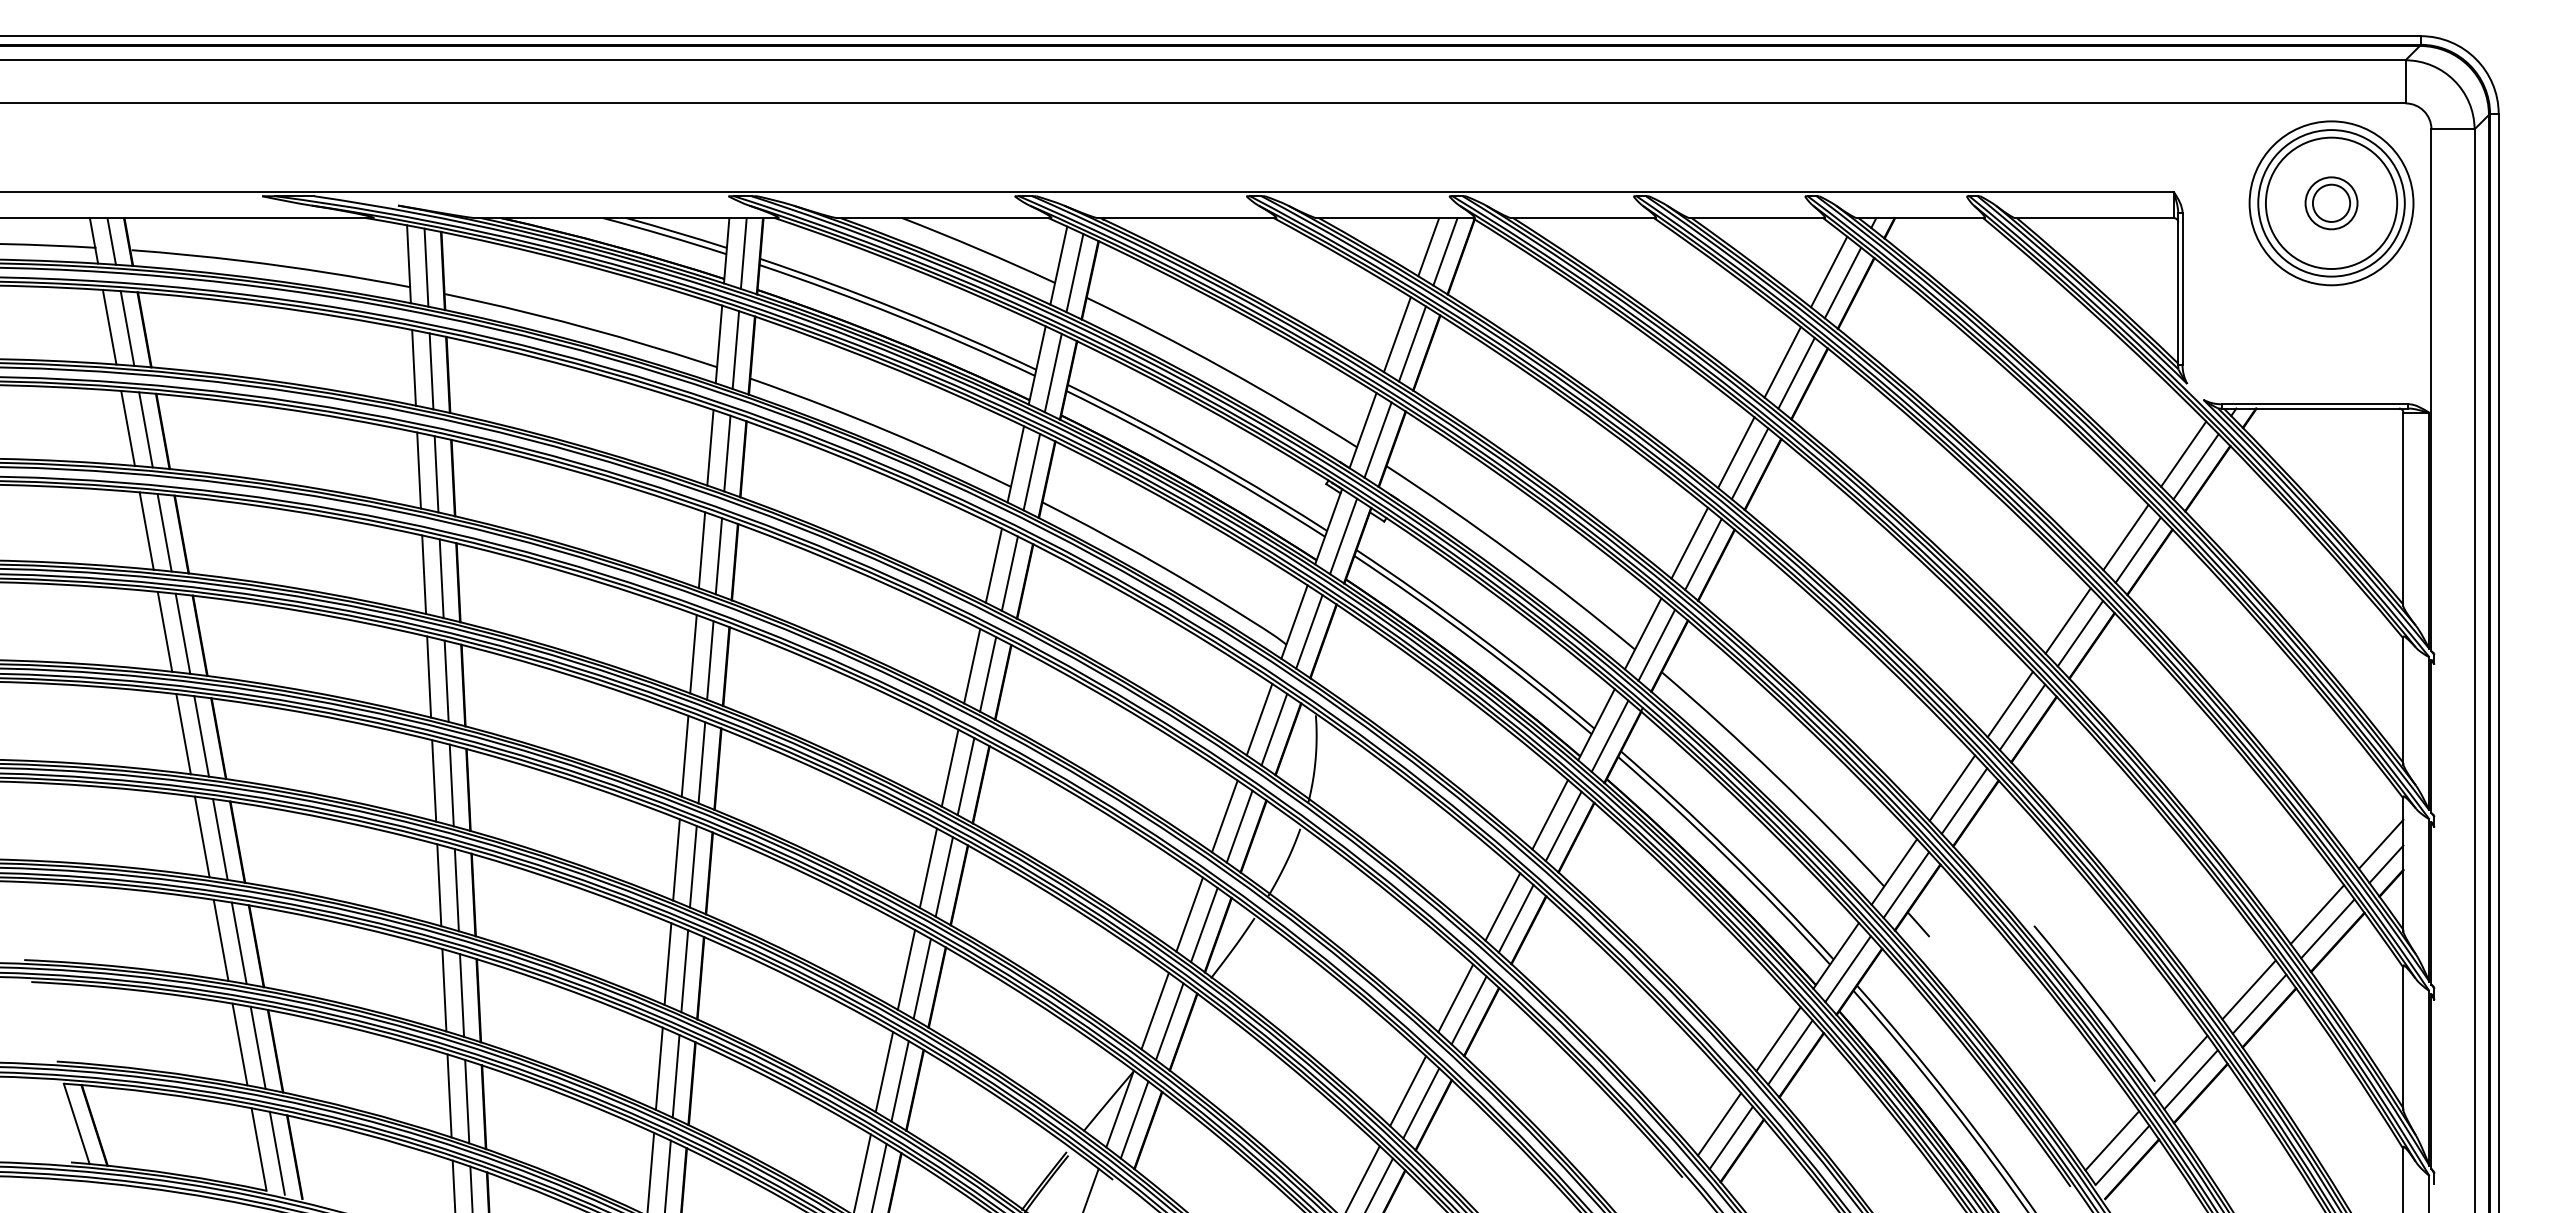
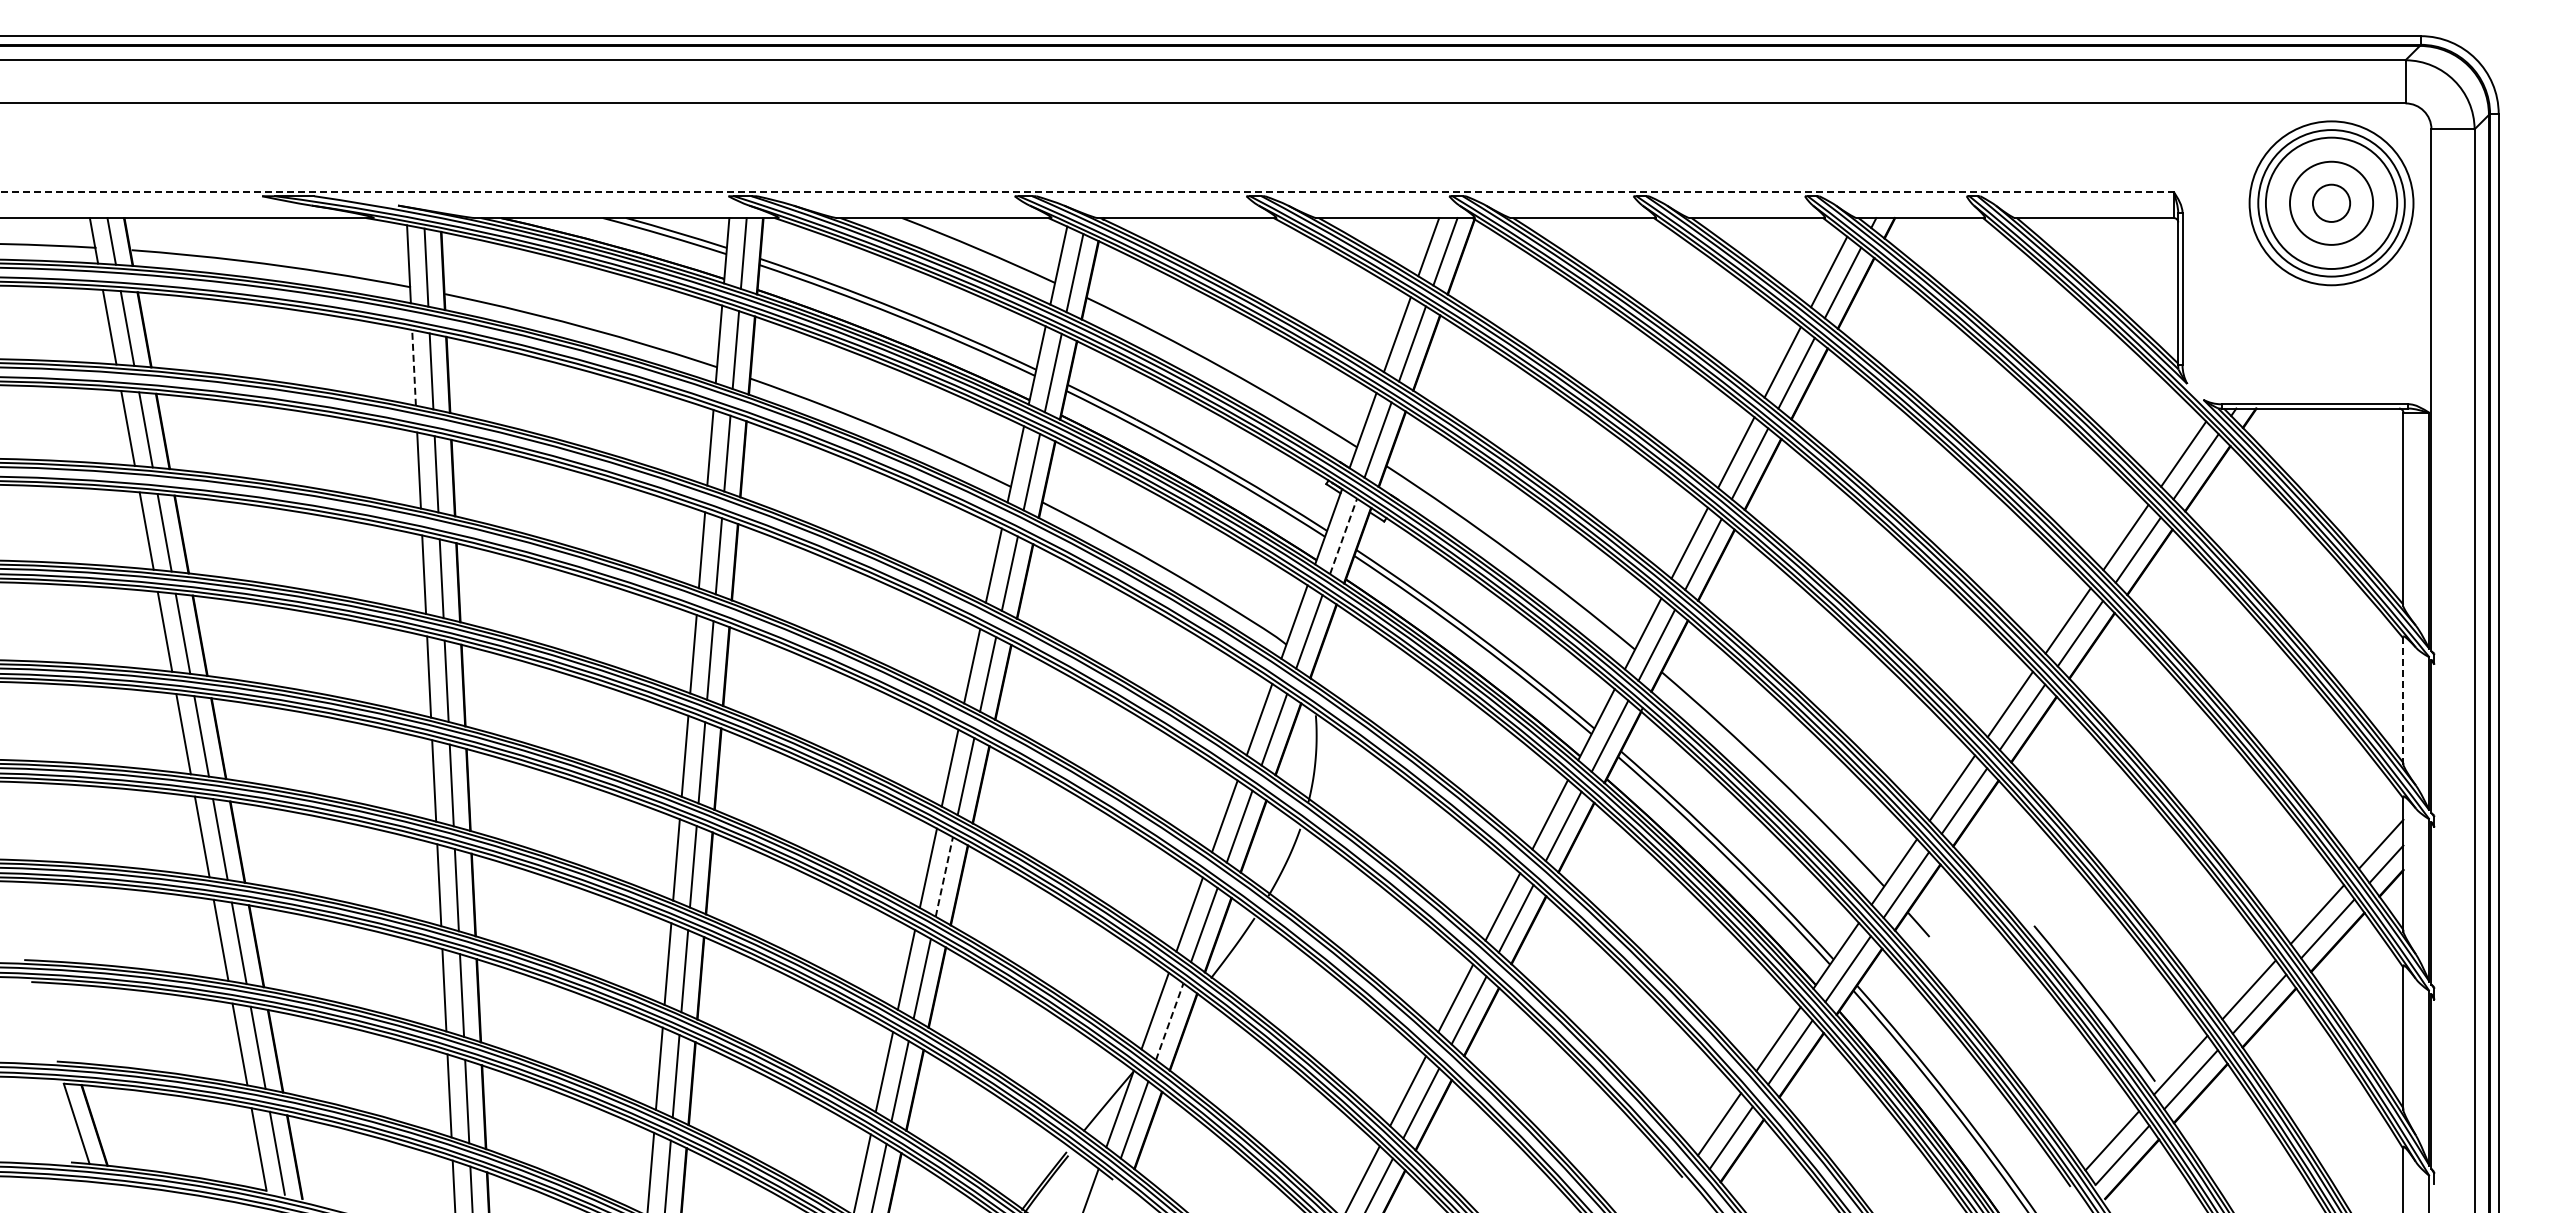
line at (1086, 192): solid -> dashed
circle at (2331, 203) diameter: 52 px -> 83 px
line at (414, 367): solid -> dashed
line at (1343, 535): solid -> dashed
line at (2403, 700): solid -> dashed
line at (944, 877): solid -> dashed
line at (1169, 1021): solid -> dashed
